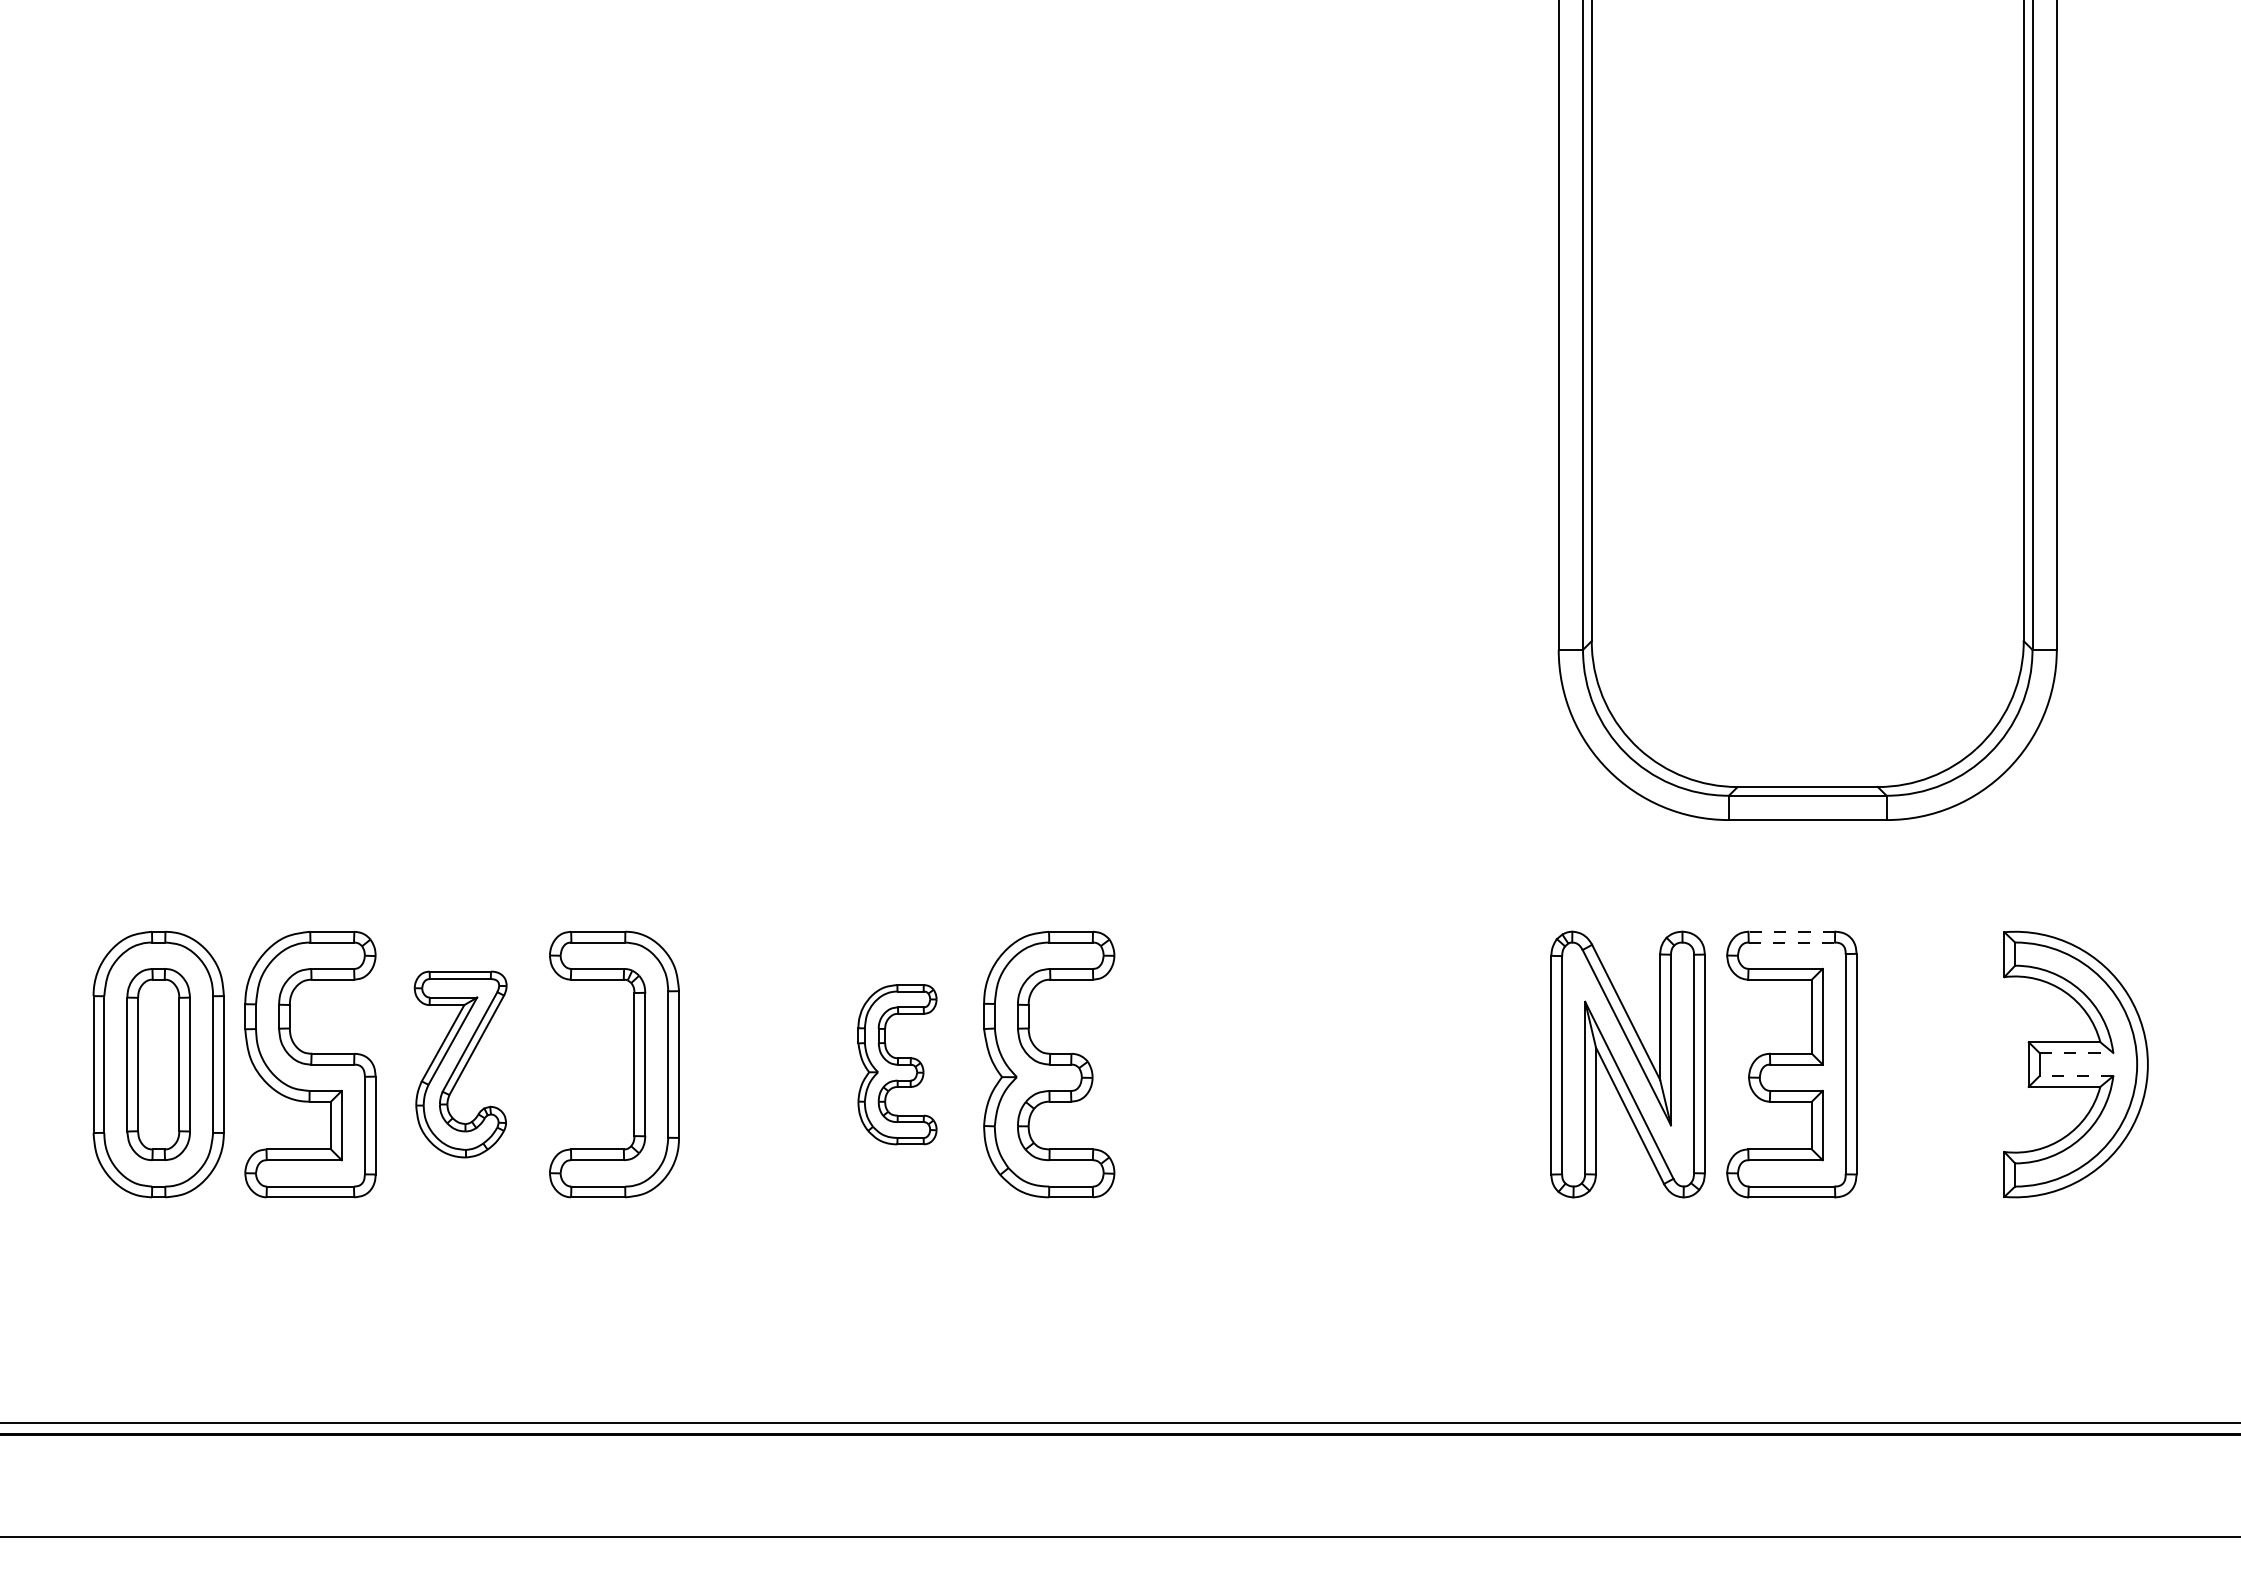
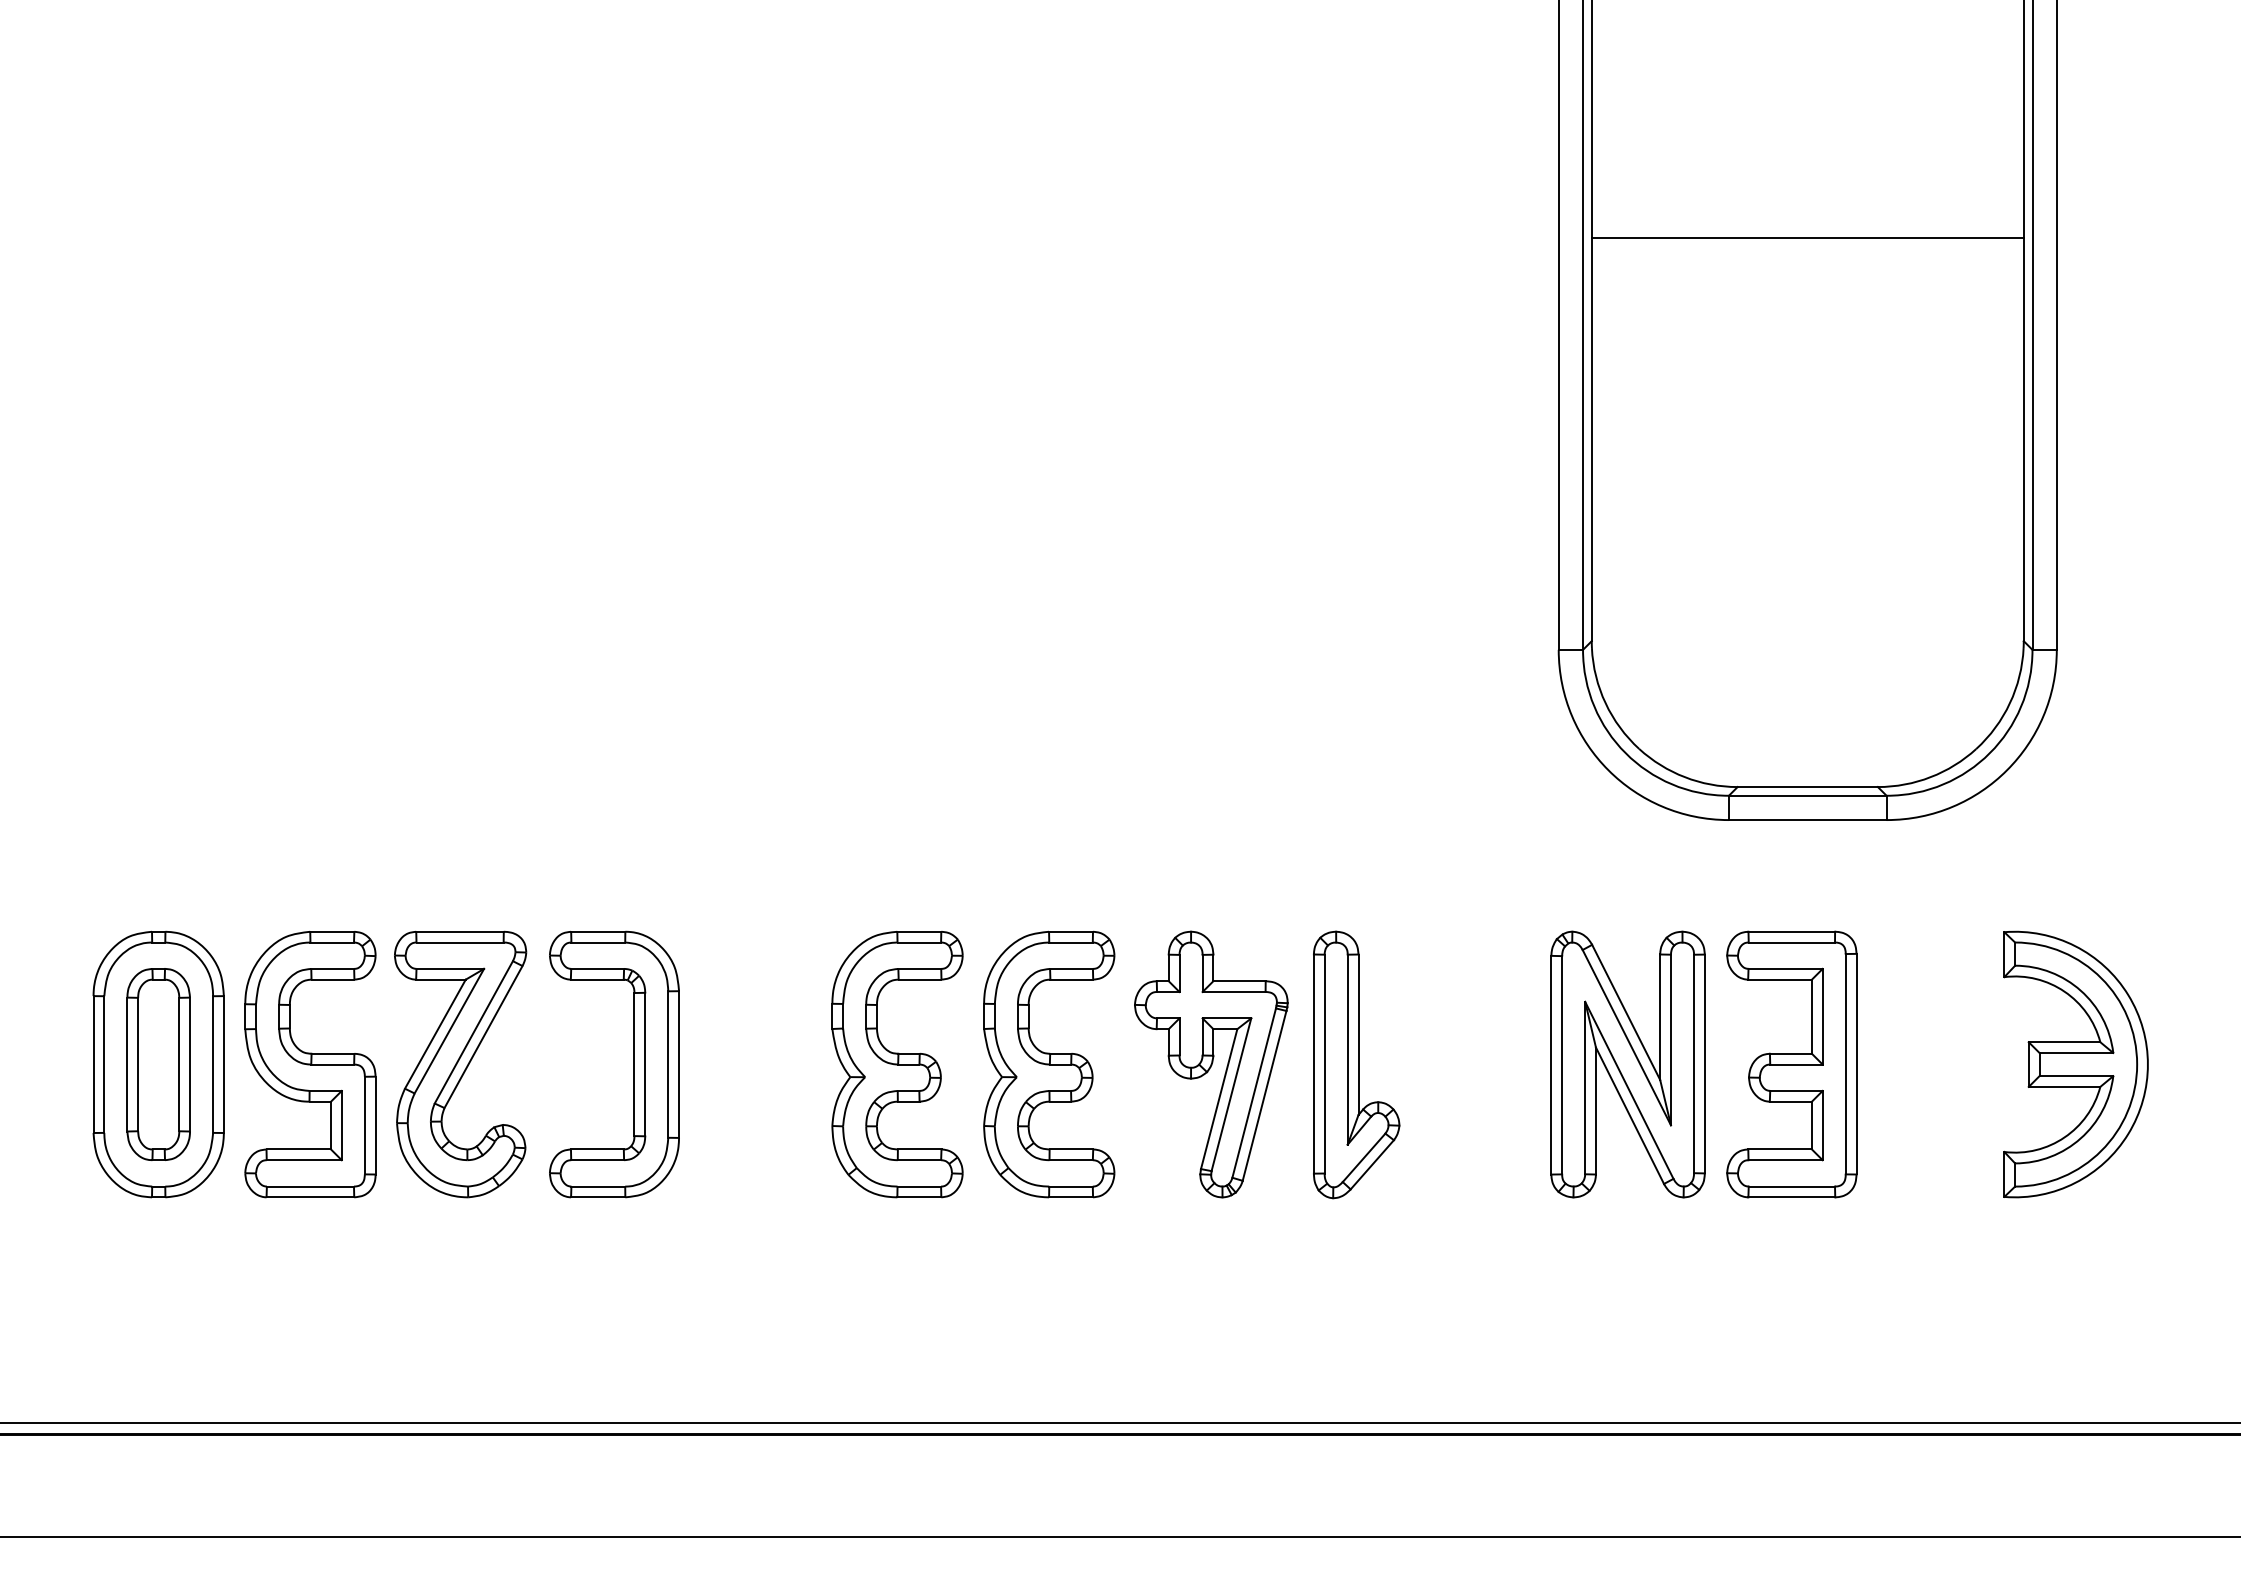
line at (1807, 237): none -> present
line at (1791, 931): dashed -> solid
line at (1792, 942): dashed -> solid
line at (2076, 1052): dashed -> solid
part at (460, 1064) size: 95x189 px -> 134x269 px
part at (897, 1064) size: 81x162 px -> 133x268 px
part at (1211, 1064): none -> present
part at (1356, 1064): none -> present
line at (2076, 1076): dashed -> solid
